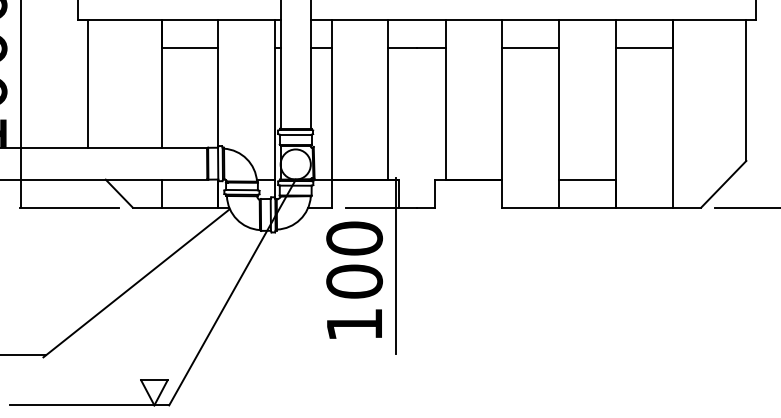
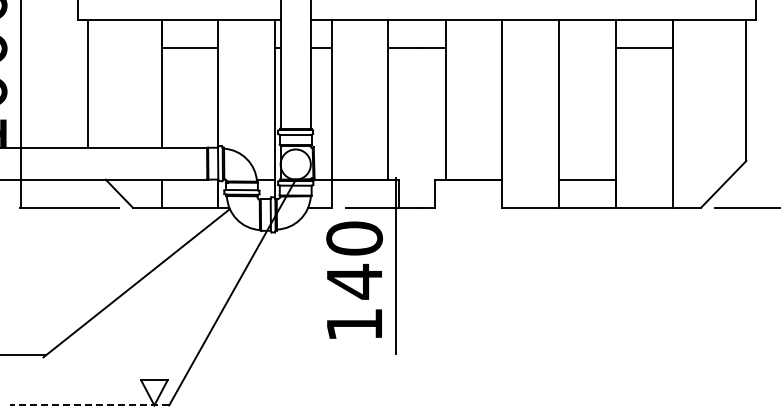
line at (530, 47): present -> none
text at (354, 281): 100 -> 140
line at (89, 405): solid -> dashed
